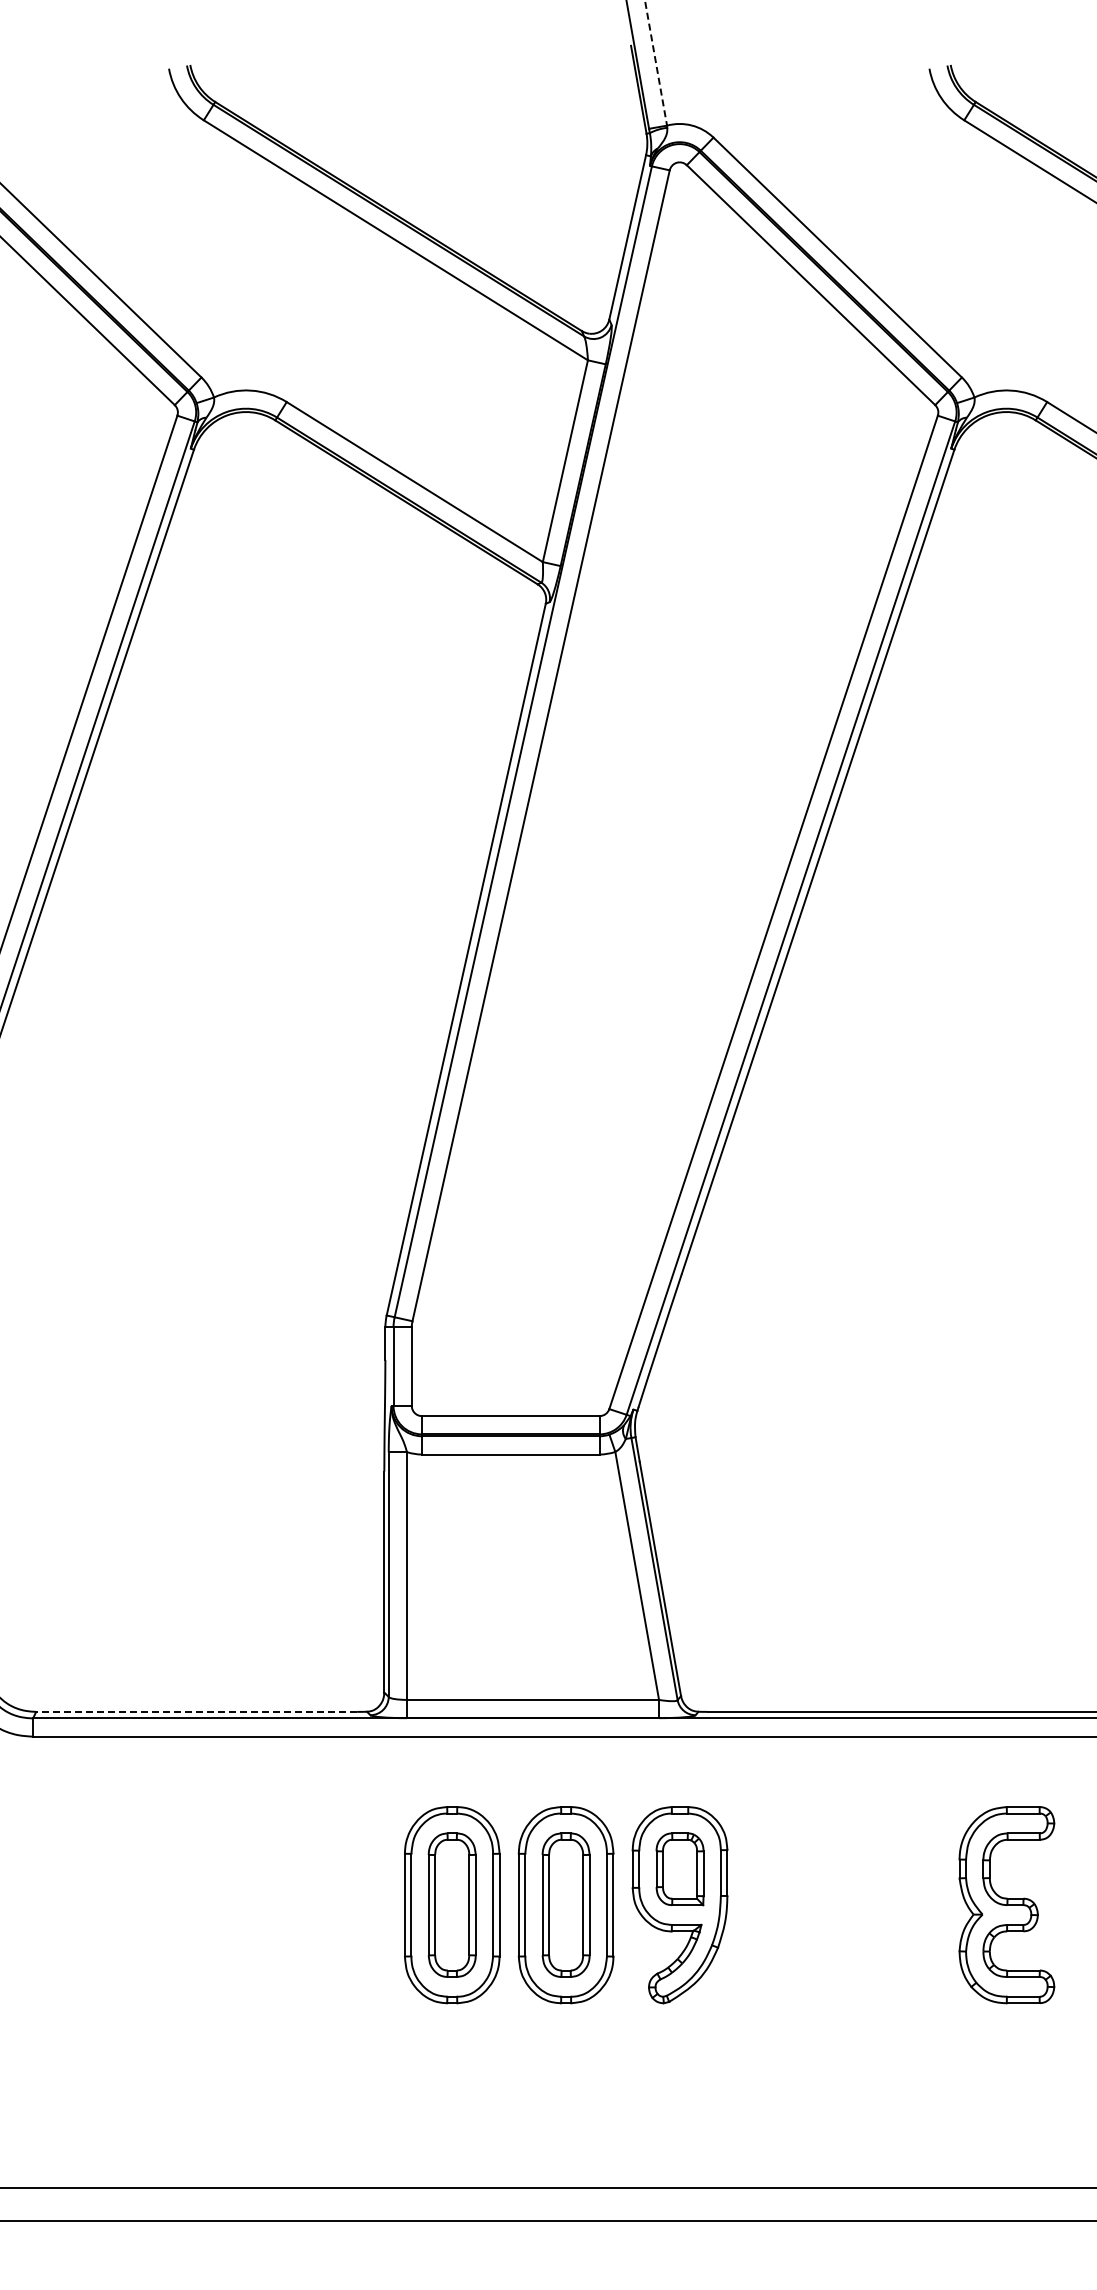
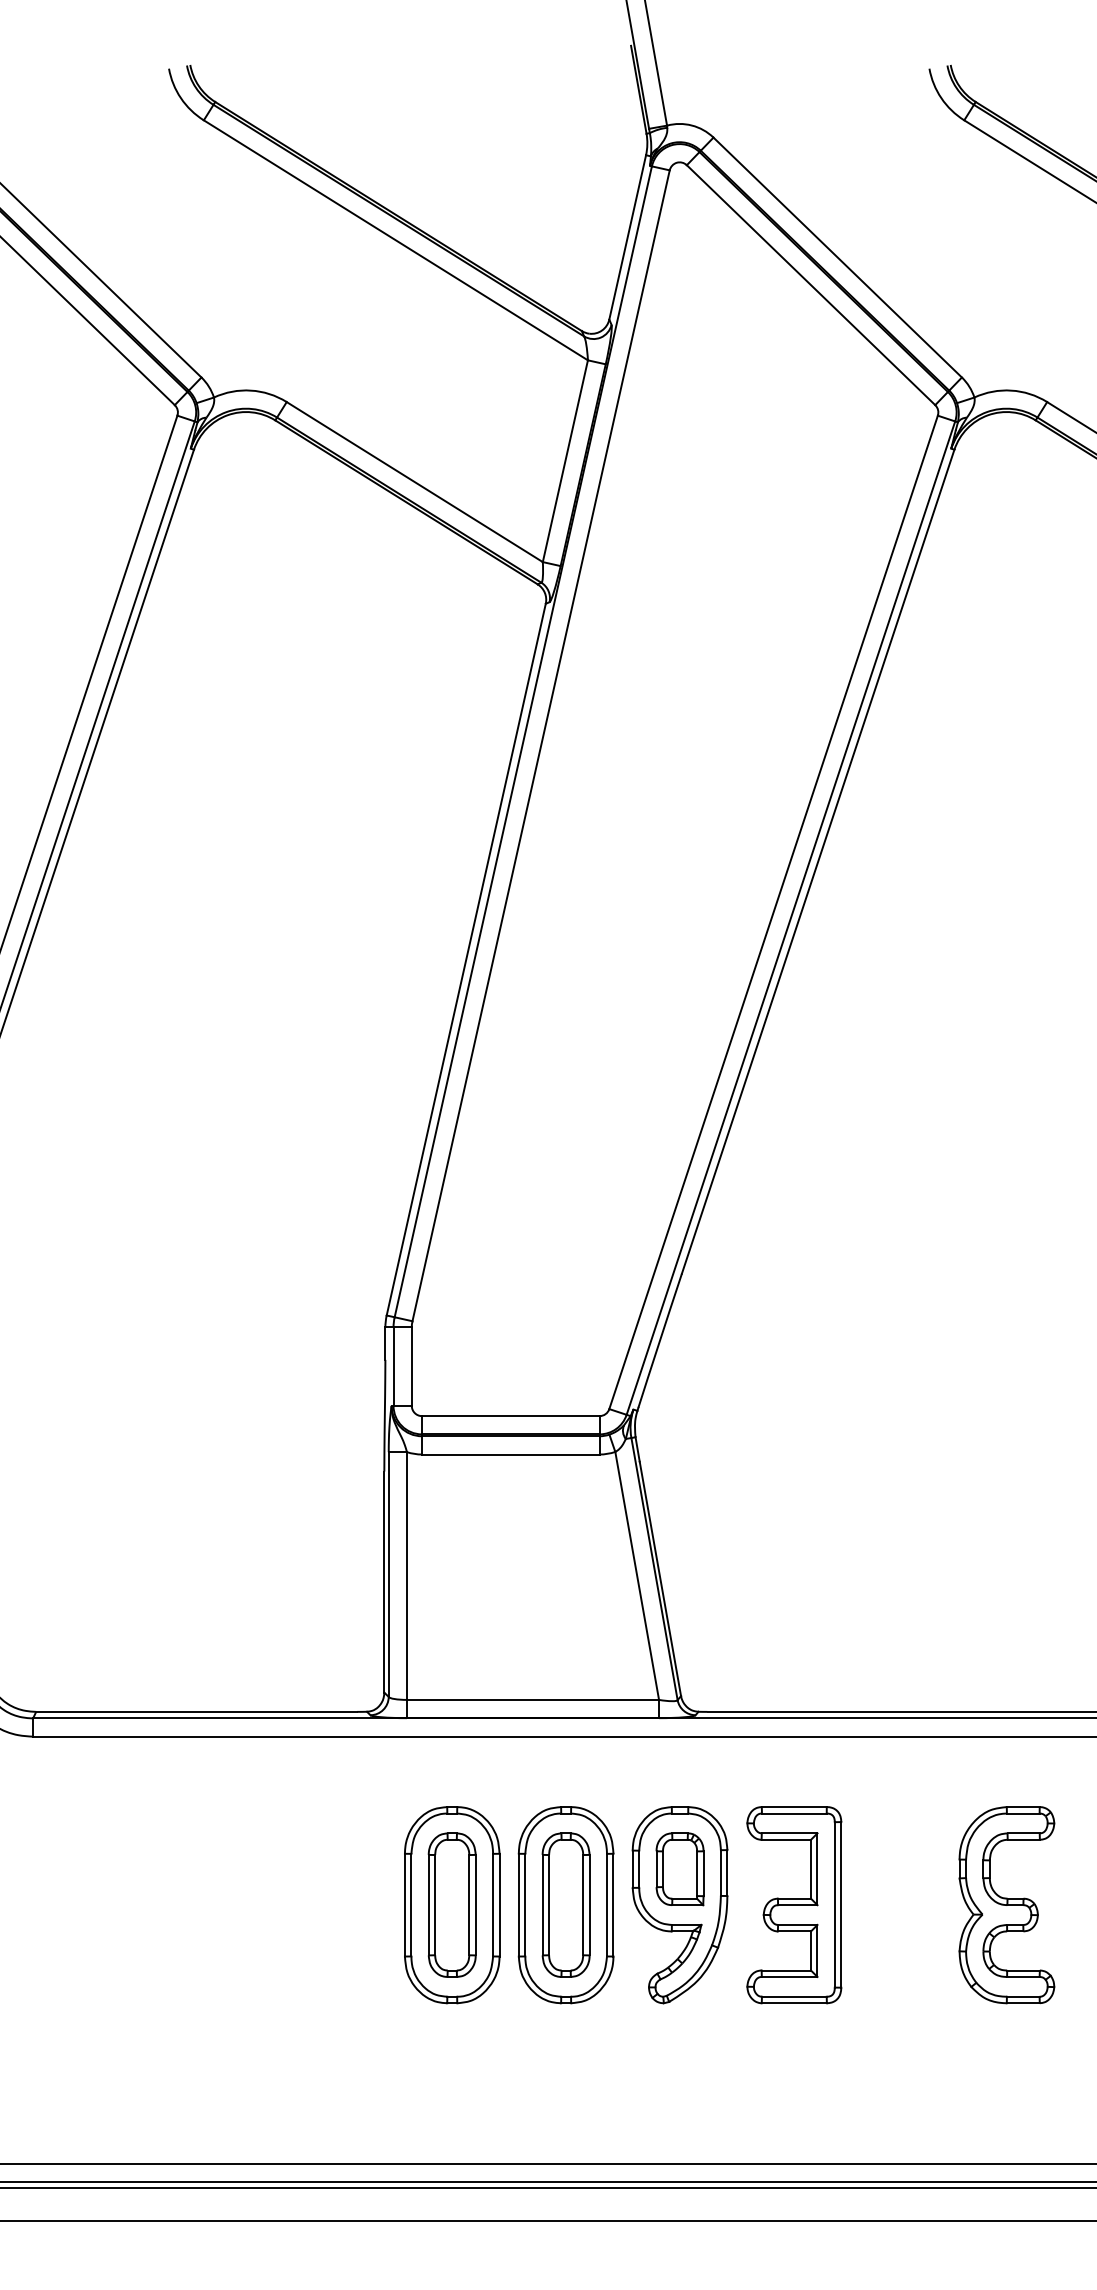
line at (656, 63): dashed -> solid
line at (196, 1711): dashed -> solid
part at (794, 1905): none -> present
line at (547, 2163): none -> present
line at (547, 2181): none -> present
